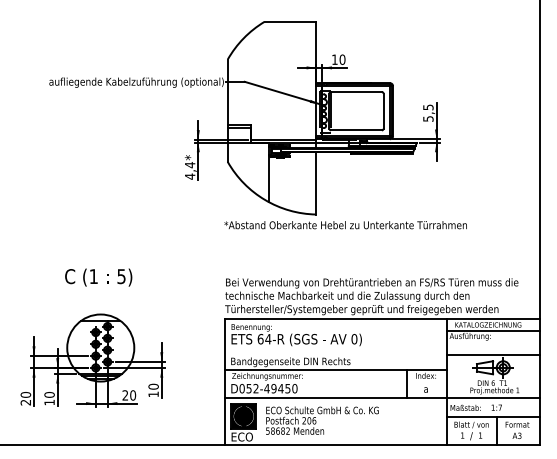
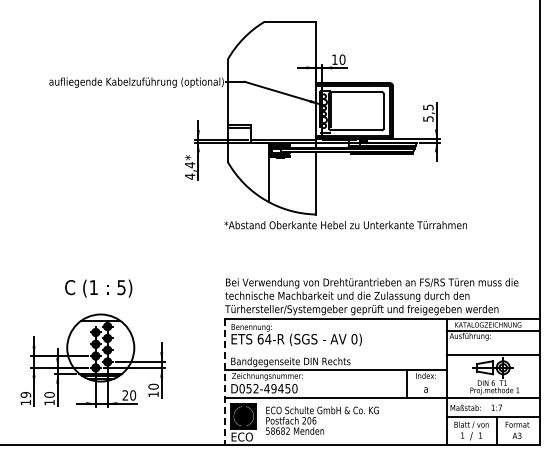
text at (98, 277) position: (98, 277) -> (98, 288)
line at (225, 382): solid -> dashed
text at (25, 398): 20 -> 19
